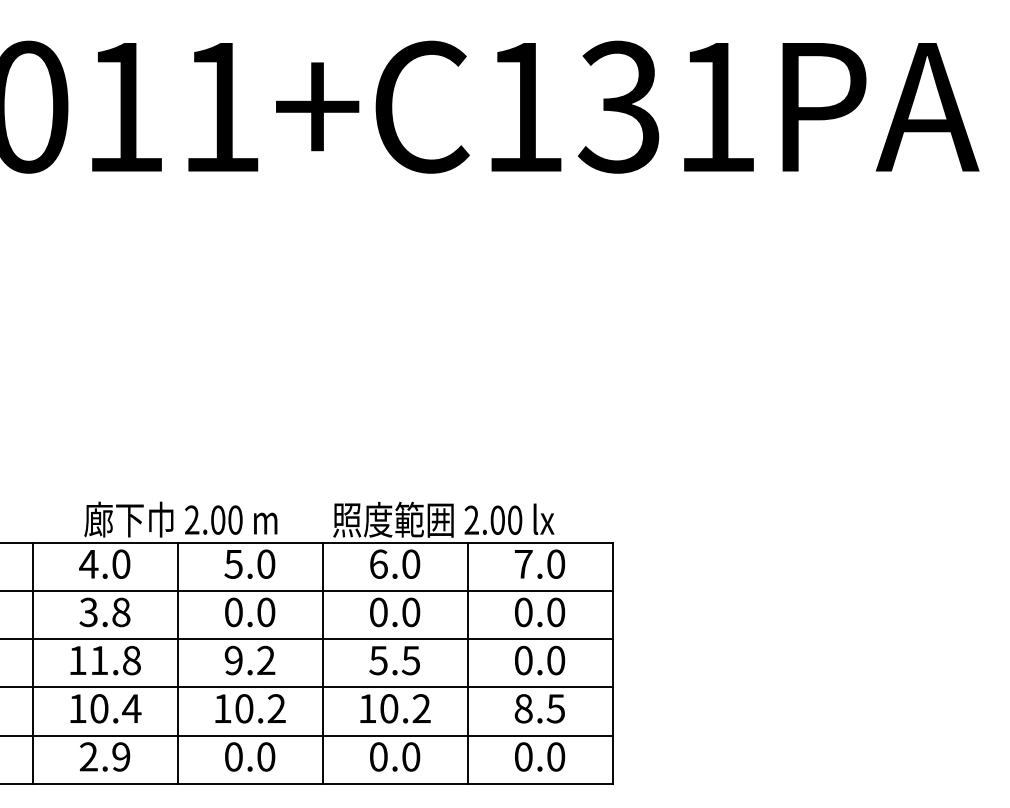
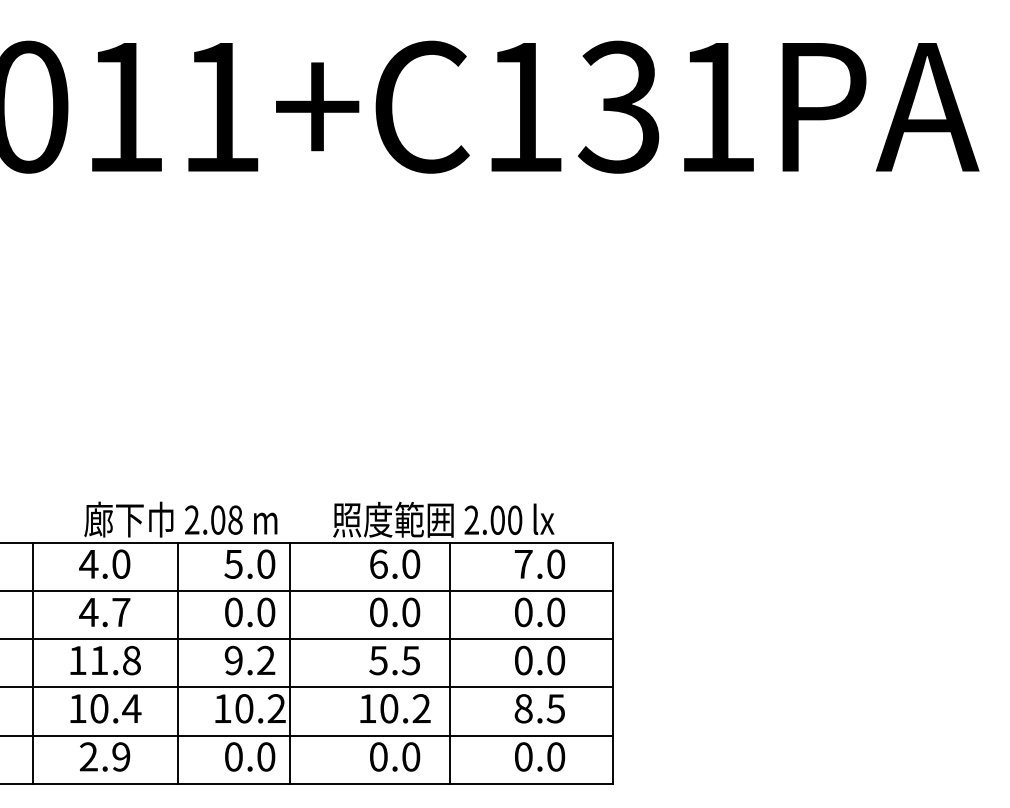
text at (235, 519): 2.00 -> 2.08
text at (104, 612): 3.8 -> 4.7
line at (323, 662) position: (323, 662) -> (290, 662)
line at (468, 662) position: (468, 662) -> (450, 662)
